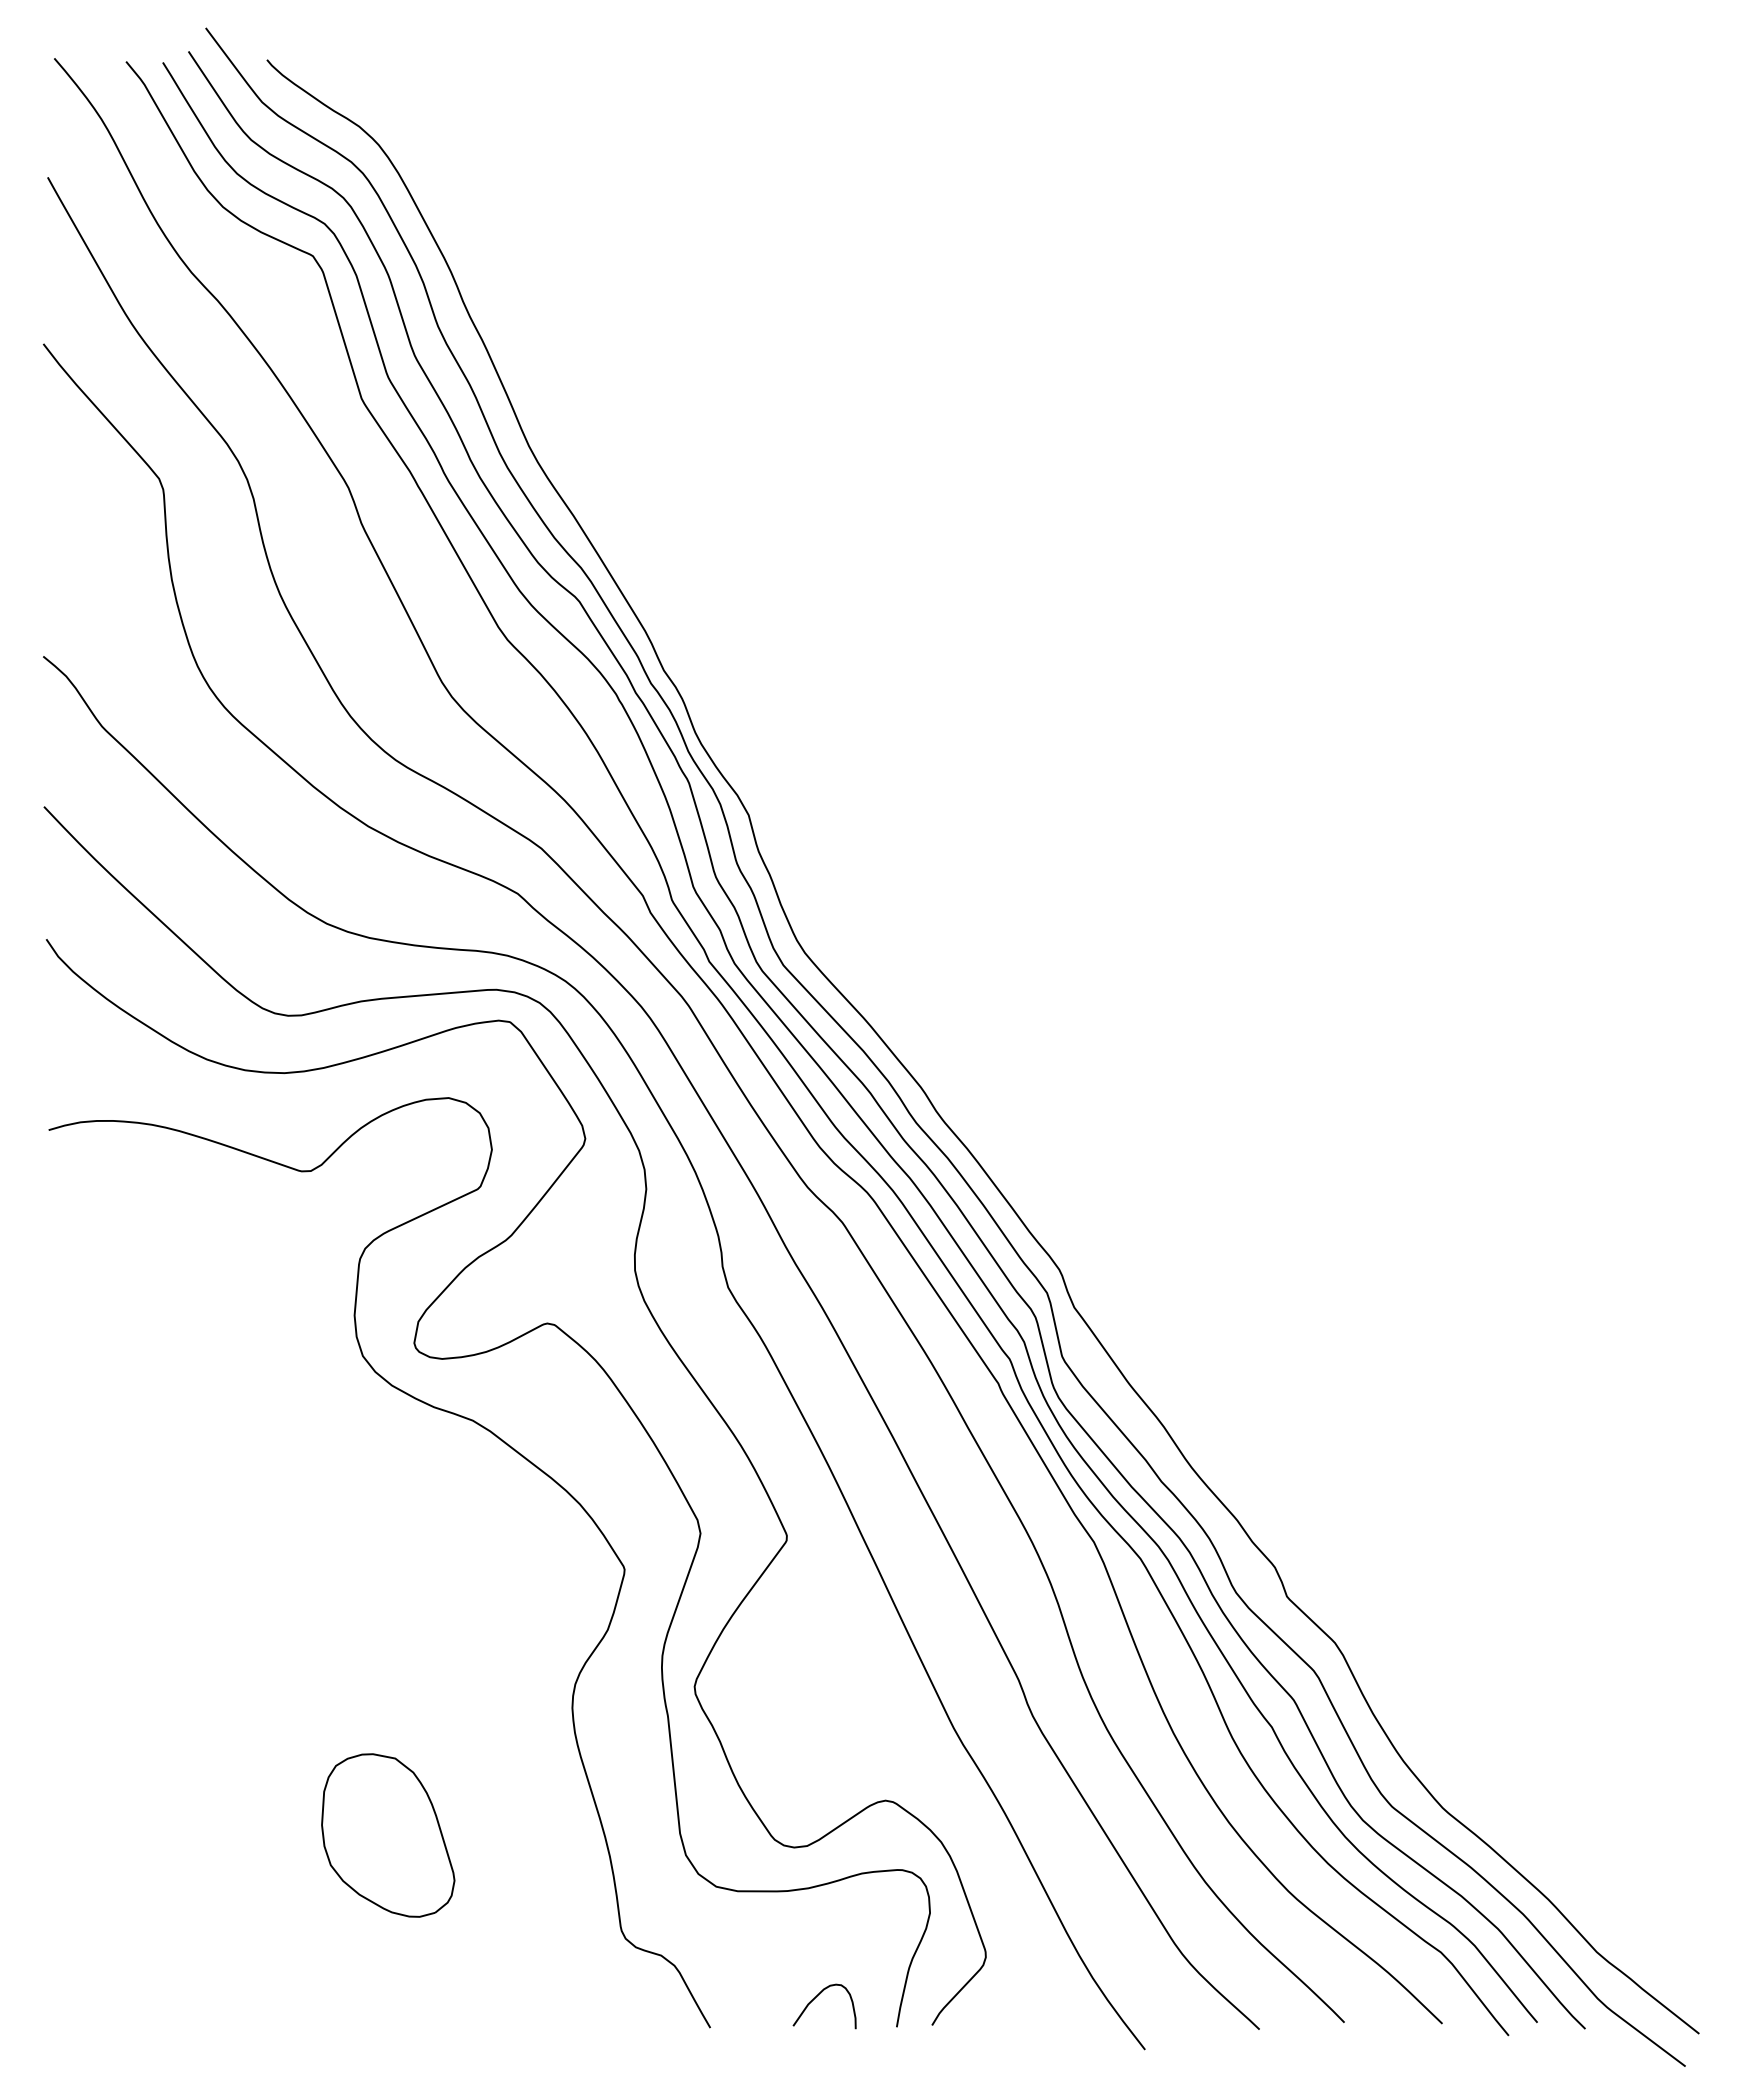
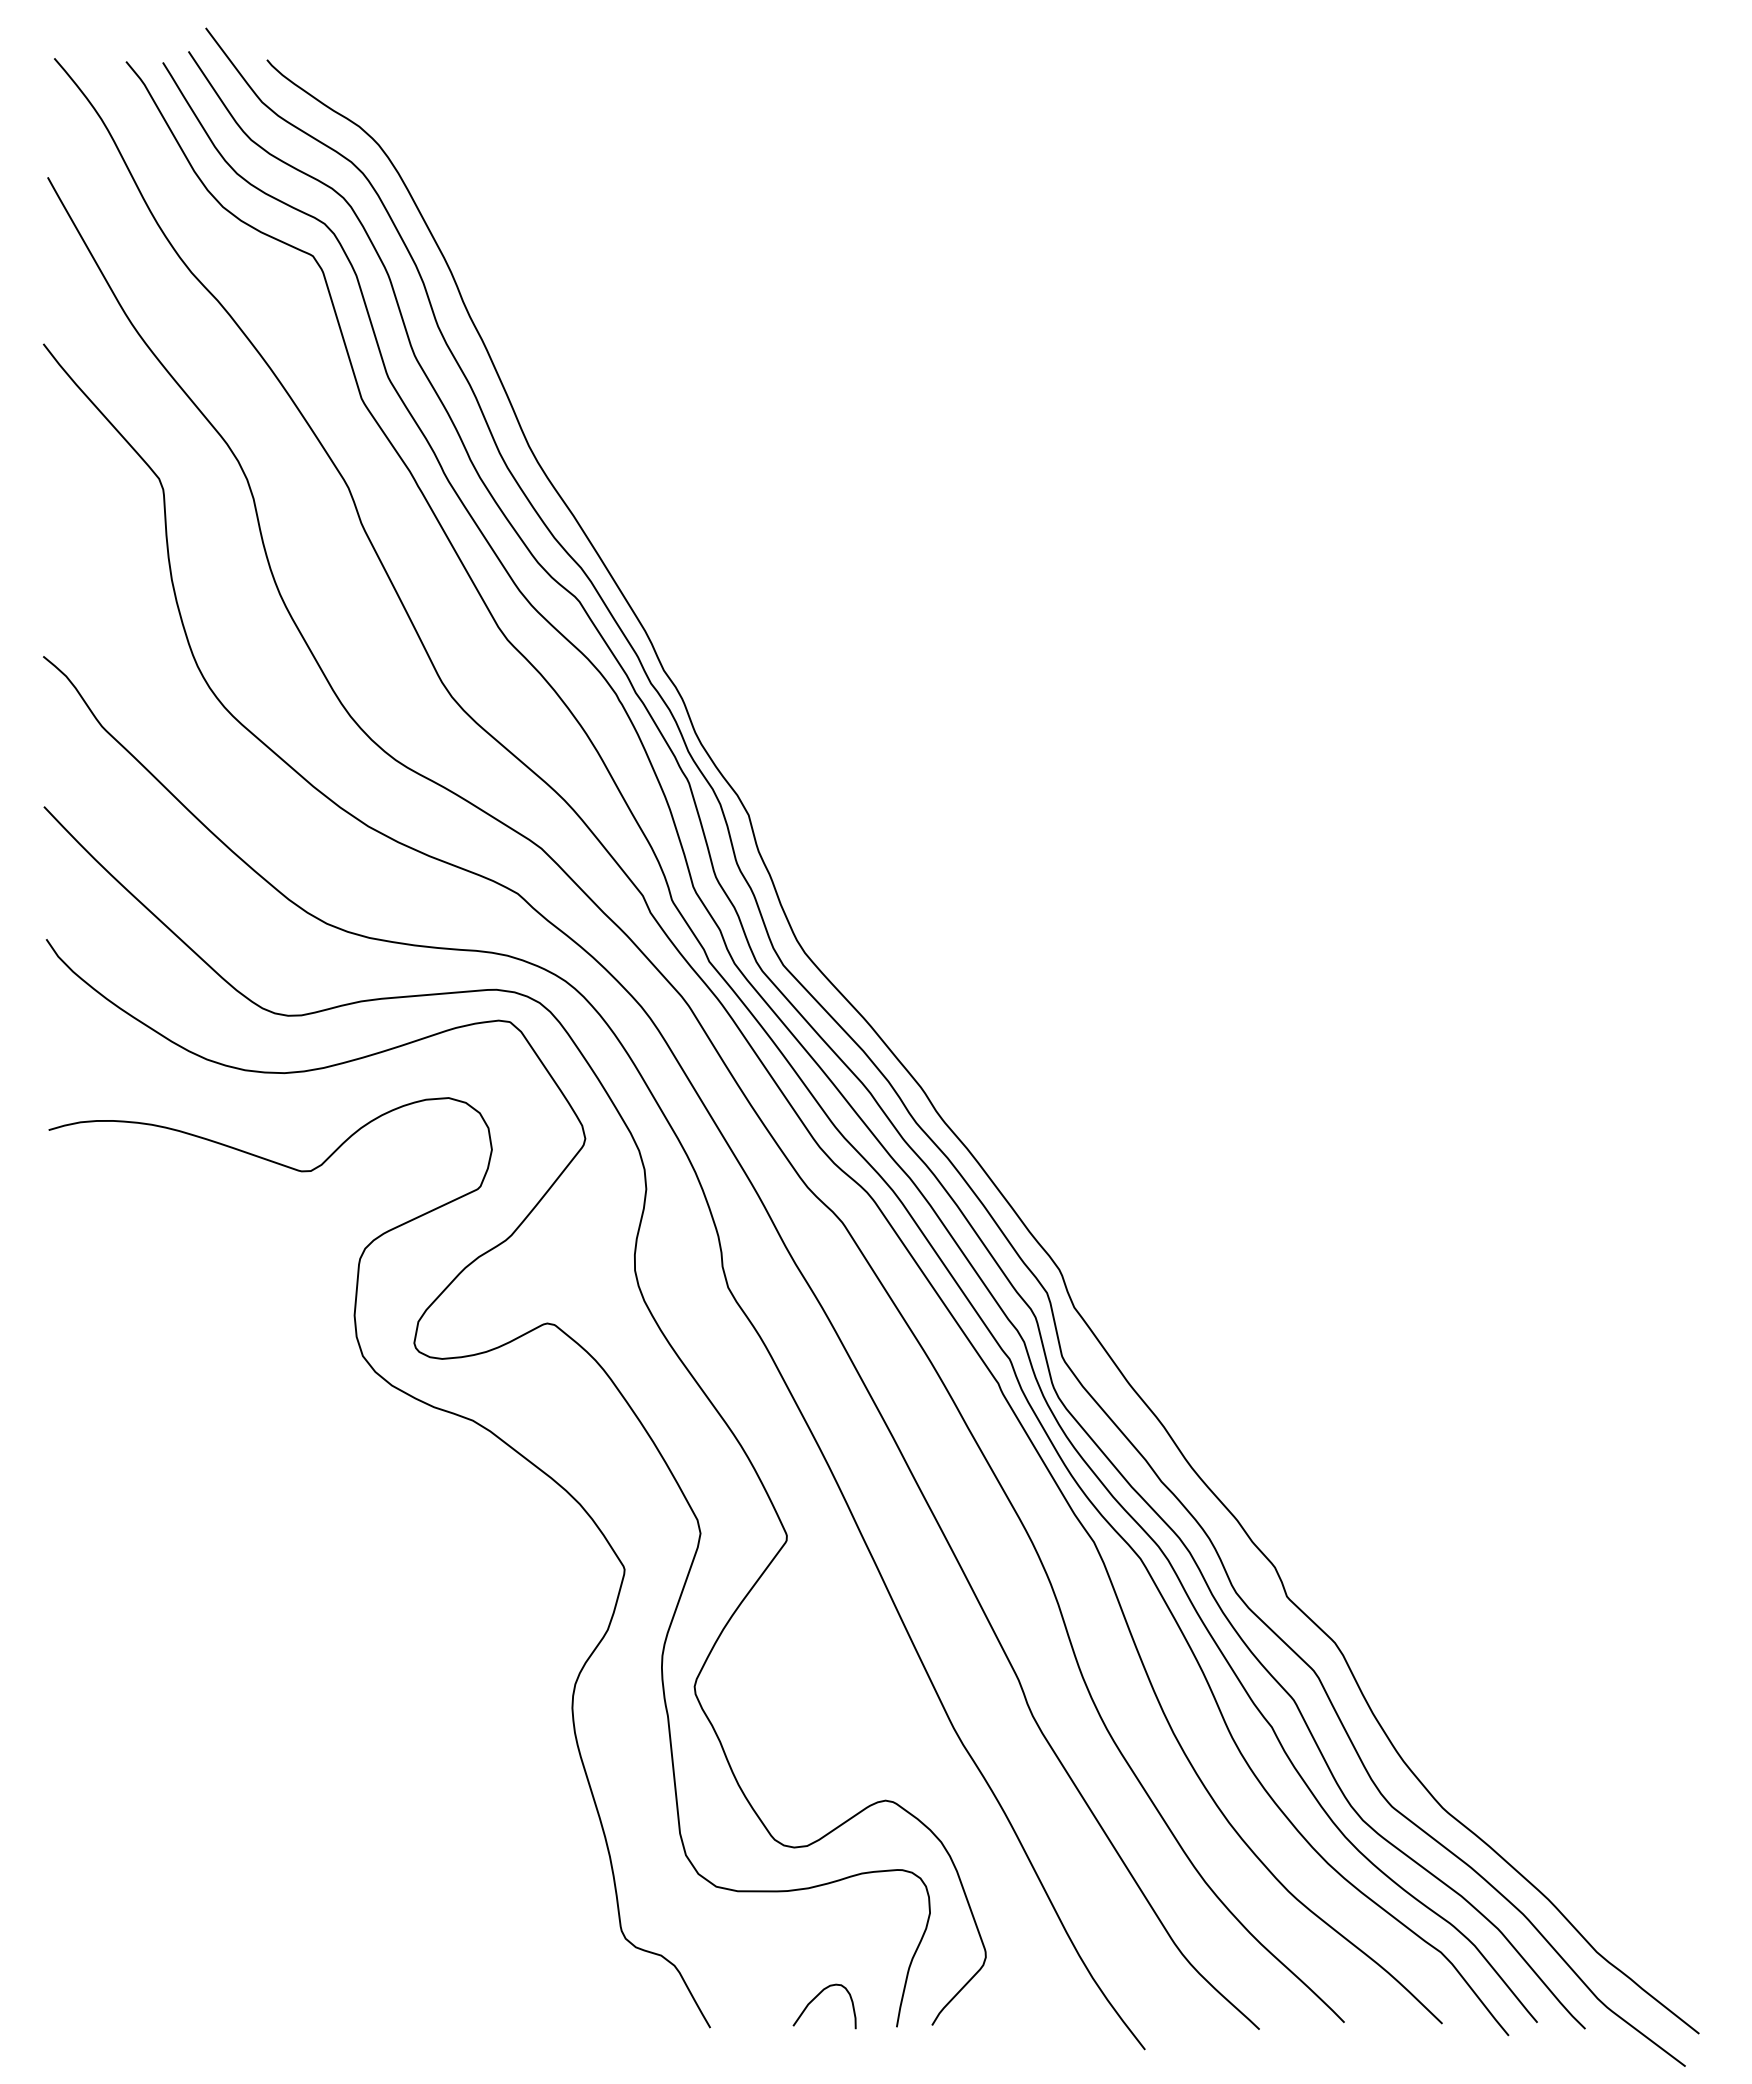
part at (388, 1835): present -> none
